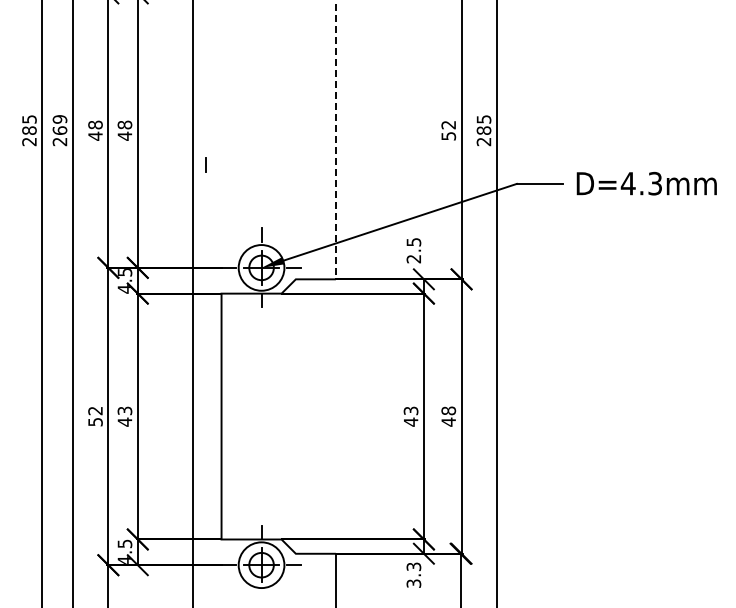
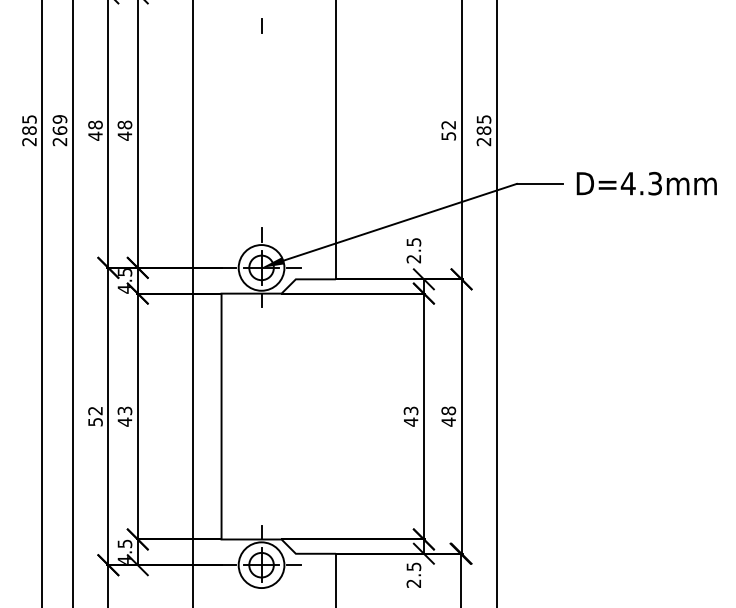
line at (335, 140): dashed -> solid
line at (205, 164) position: (205, 164) -> (261, 25)
text at (413, 574): 3.3 -> 2.5
